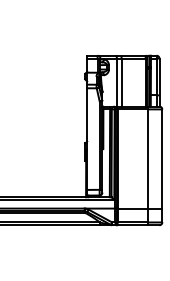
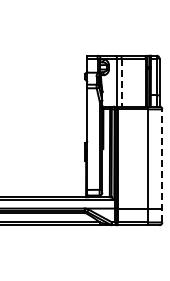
line at (121, 83): solid -> dashed
line at (162, 165): solid -> dashed
